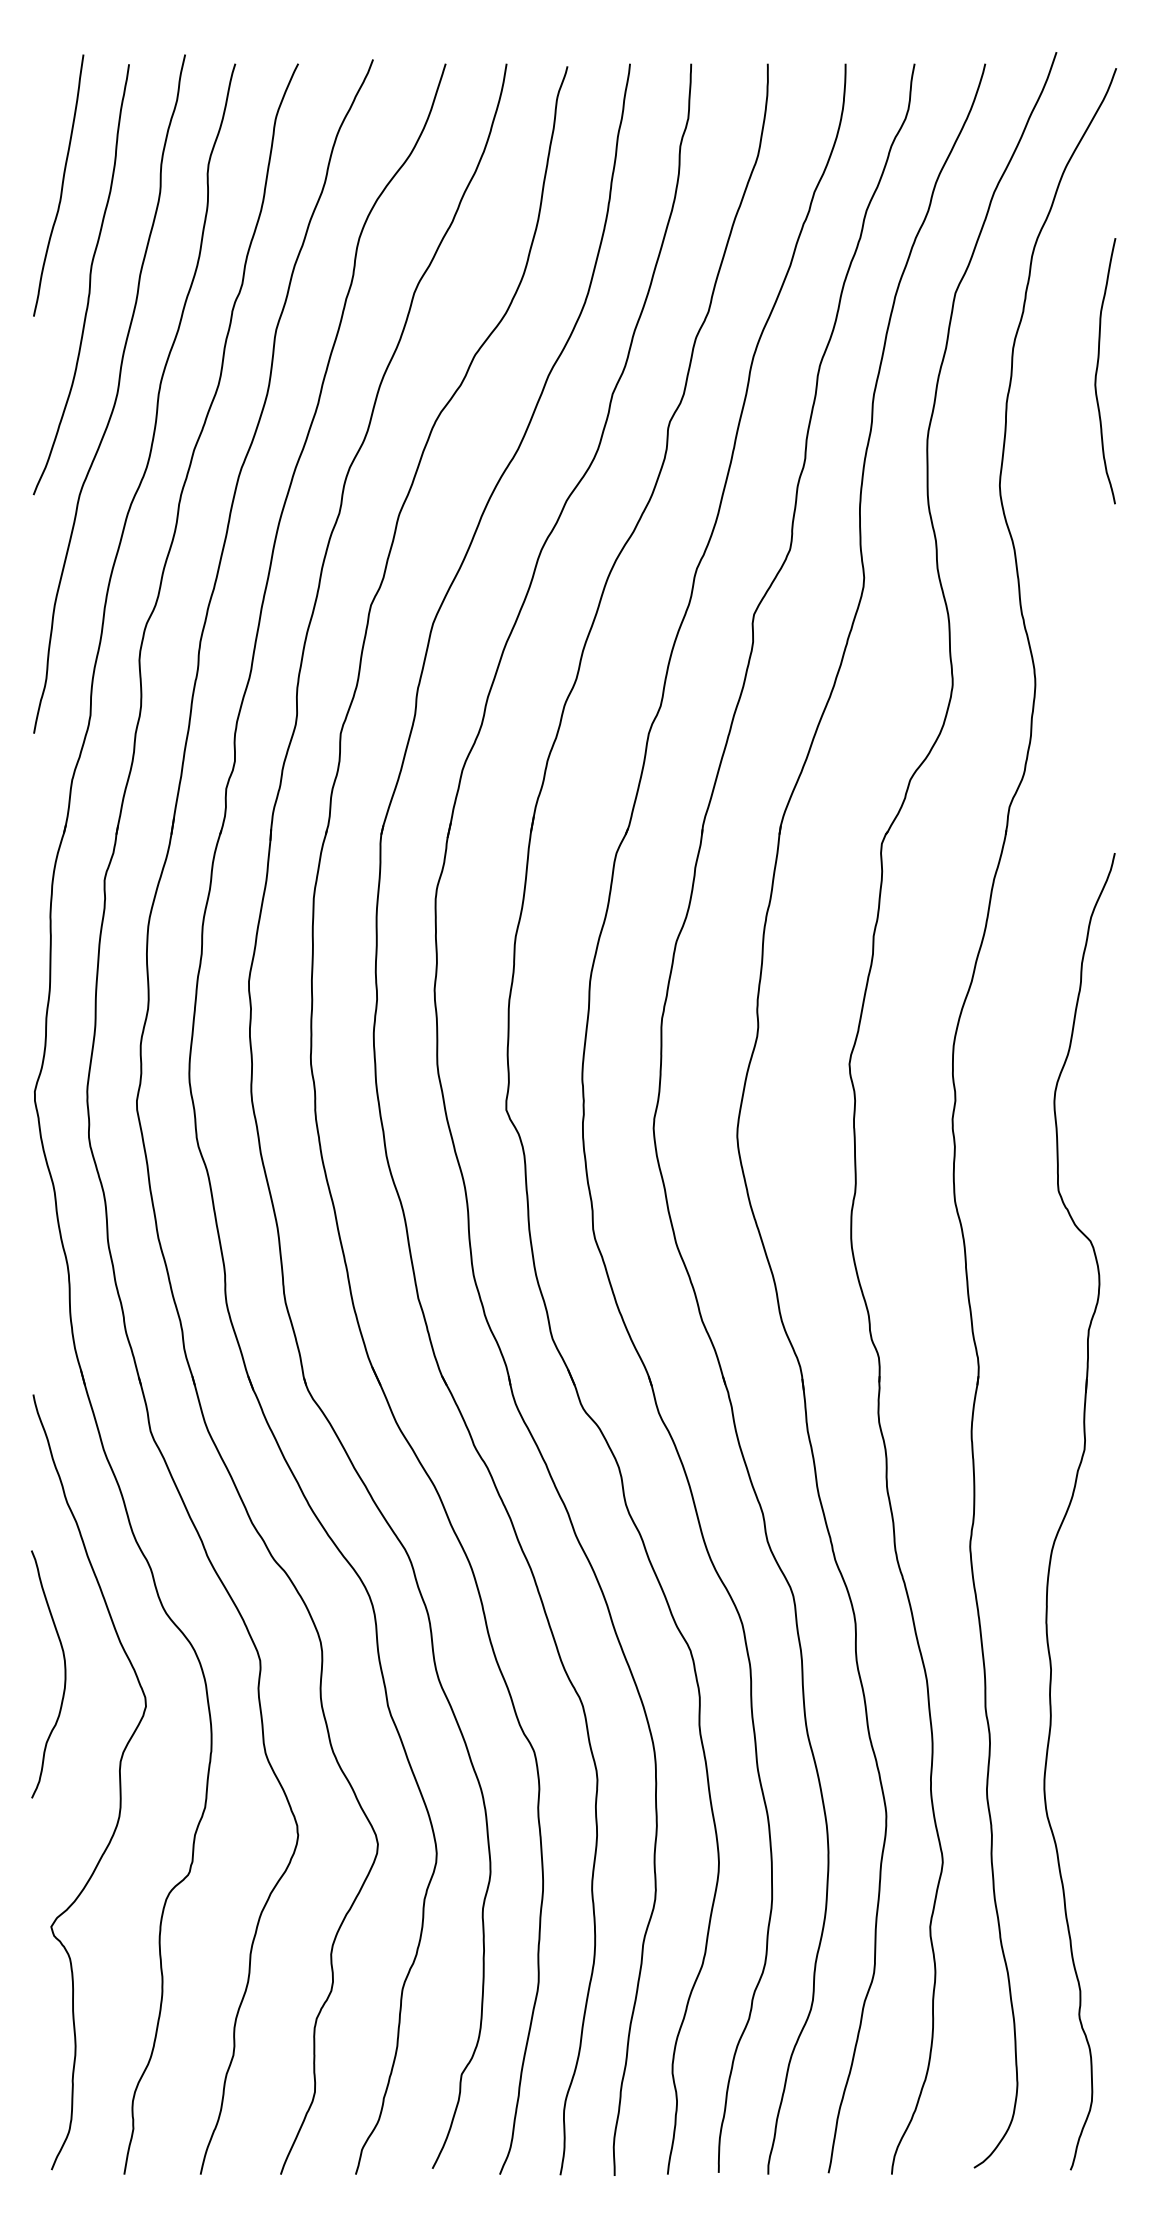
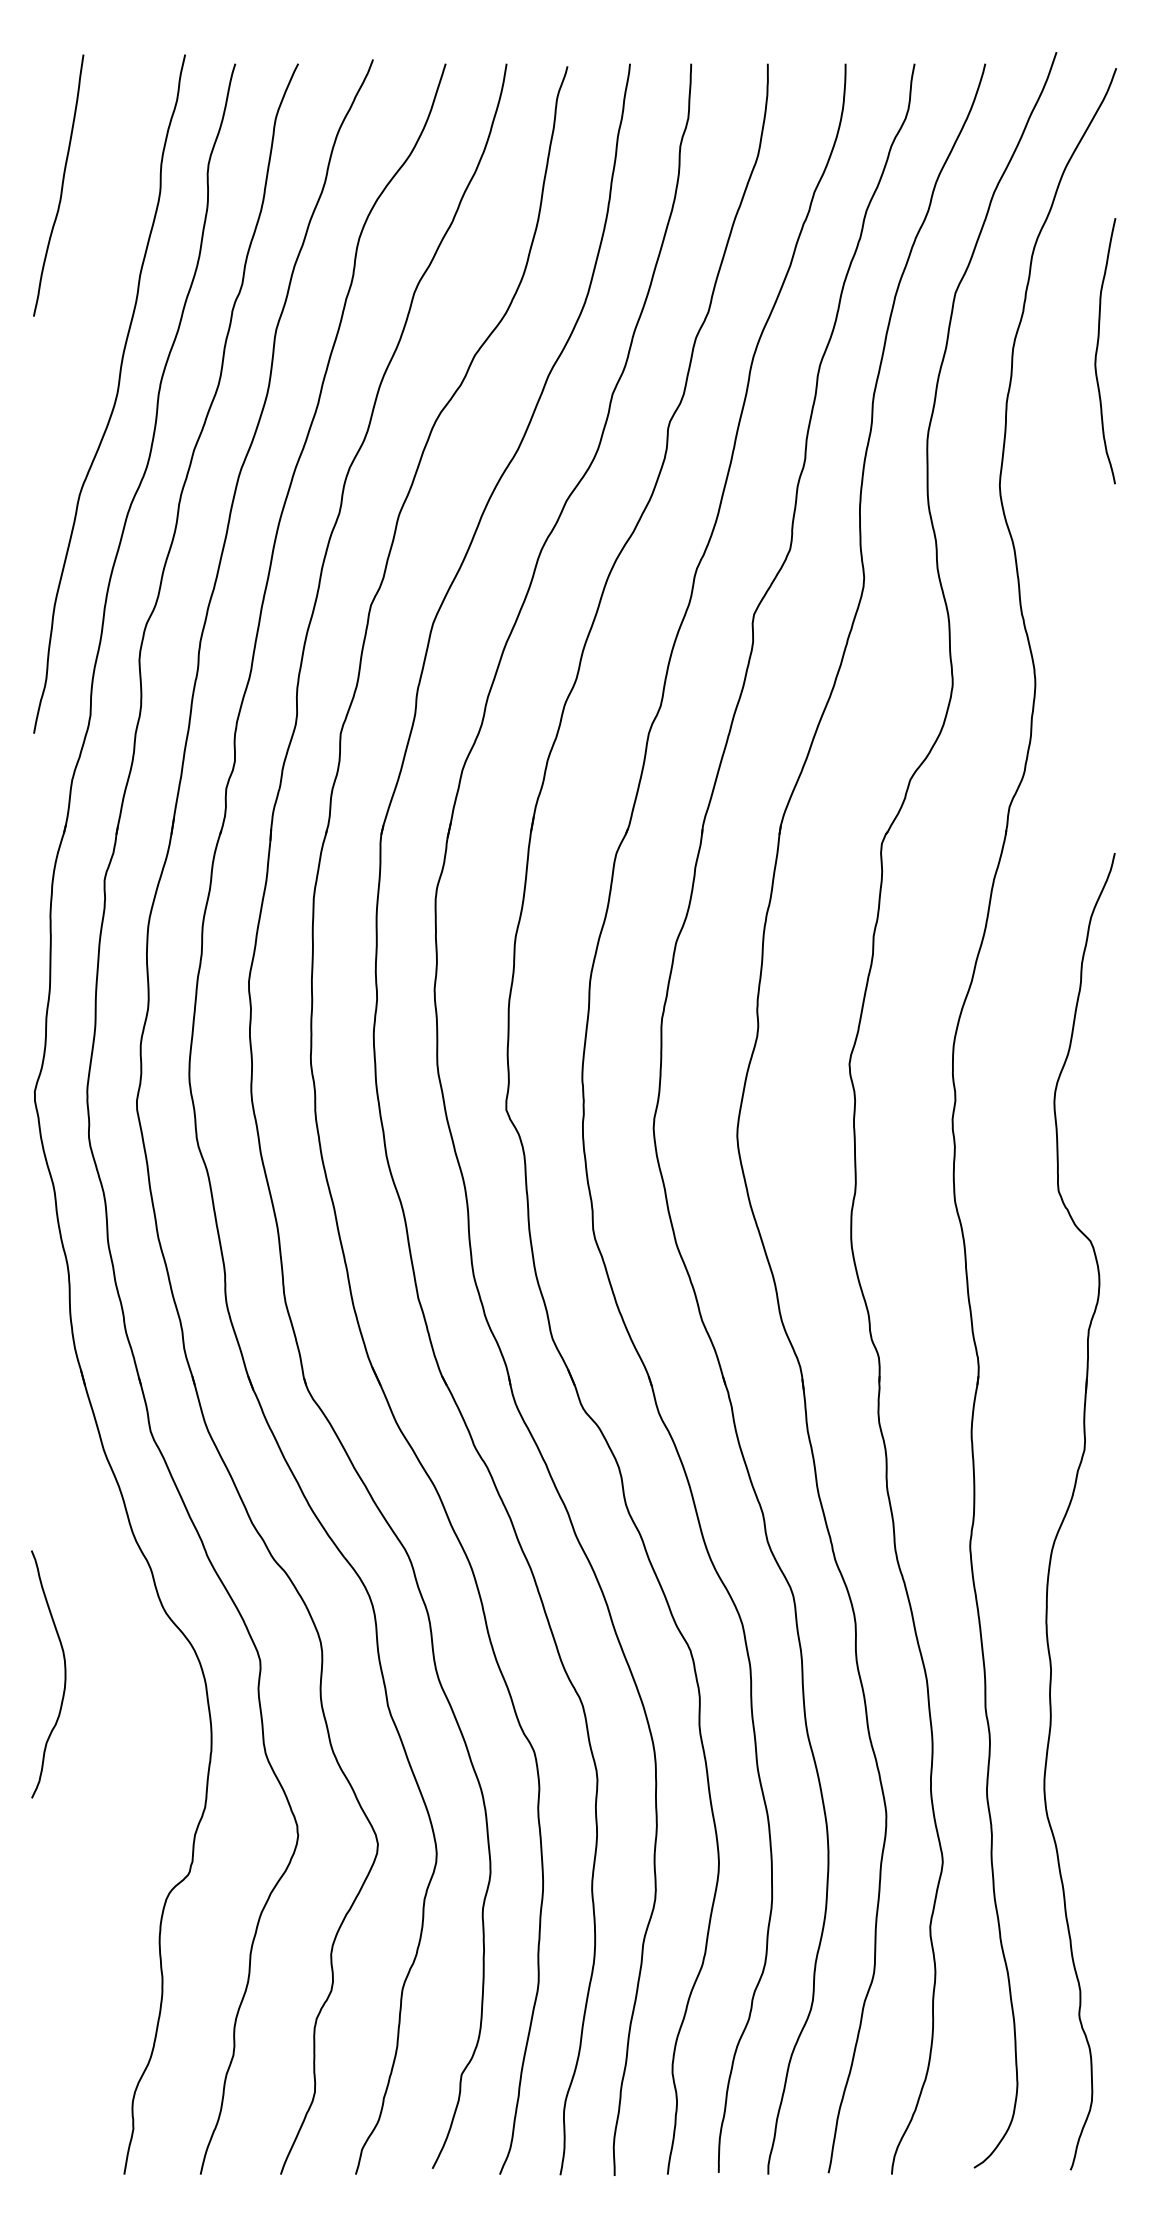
curve at (89, 279): present -> none
curve at (1097, 371) position: (1097, 371) -> (1097, 351)
curve at (119, 1782): present -> none
